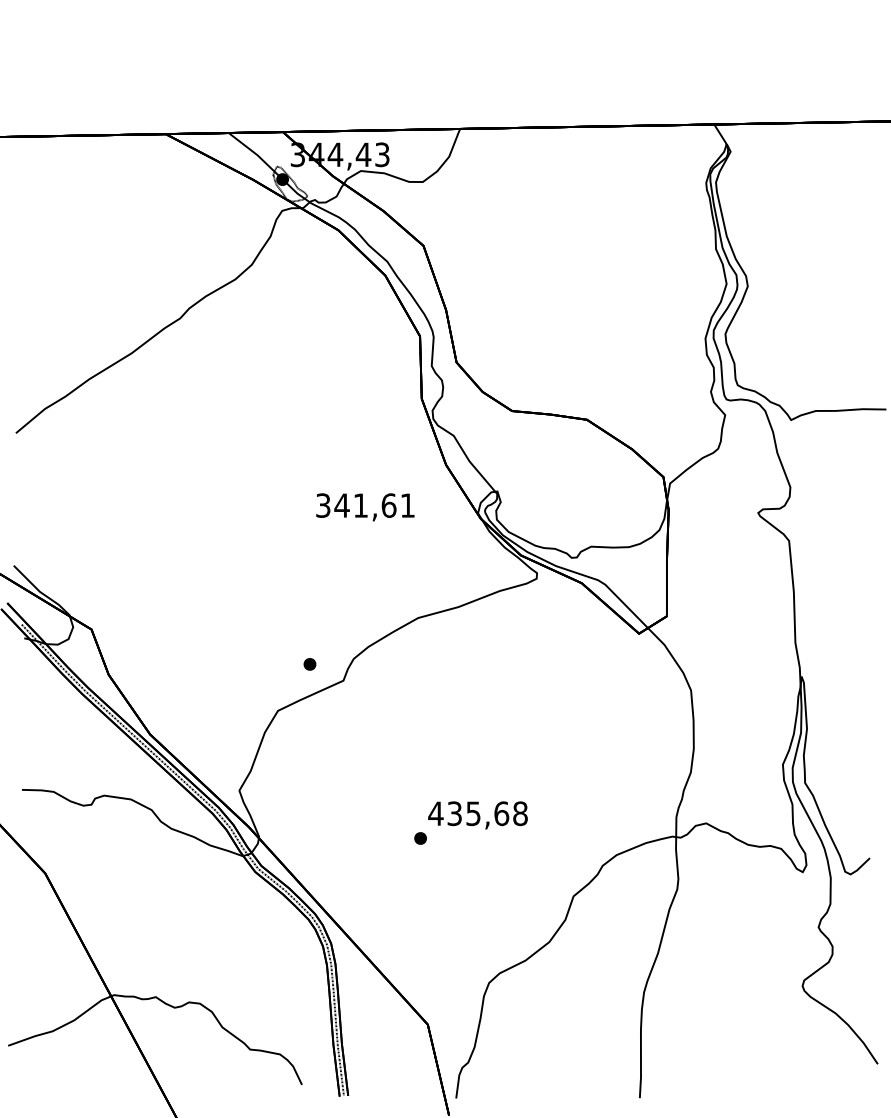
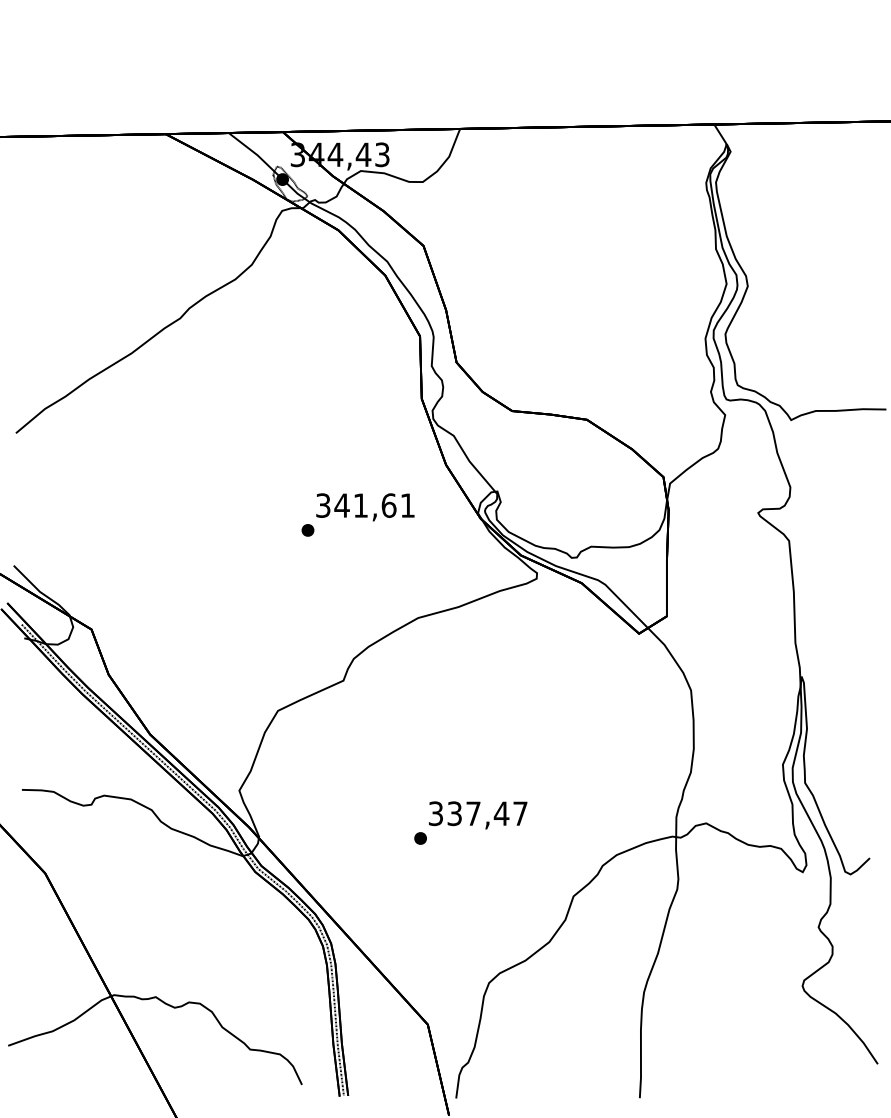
part at (309, 664) position: (309, 664) -> (307, 530)
text at (477, 813): 435,68 -> 337,47
